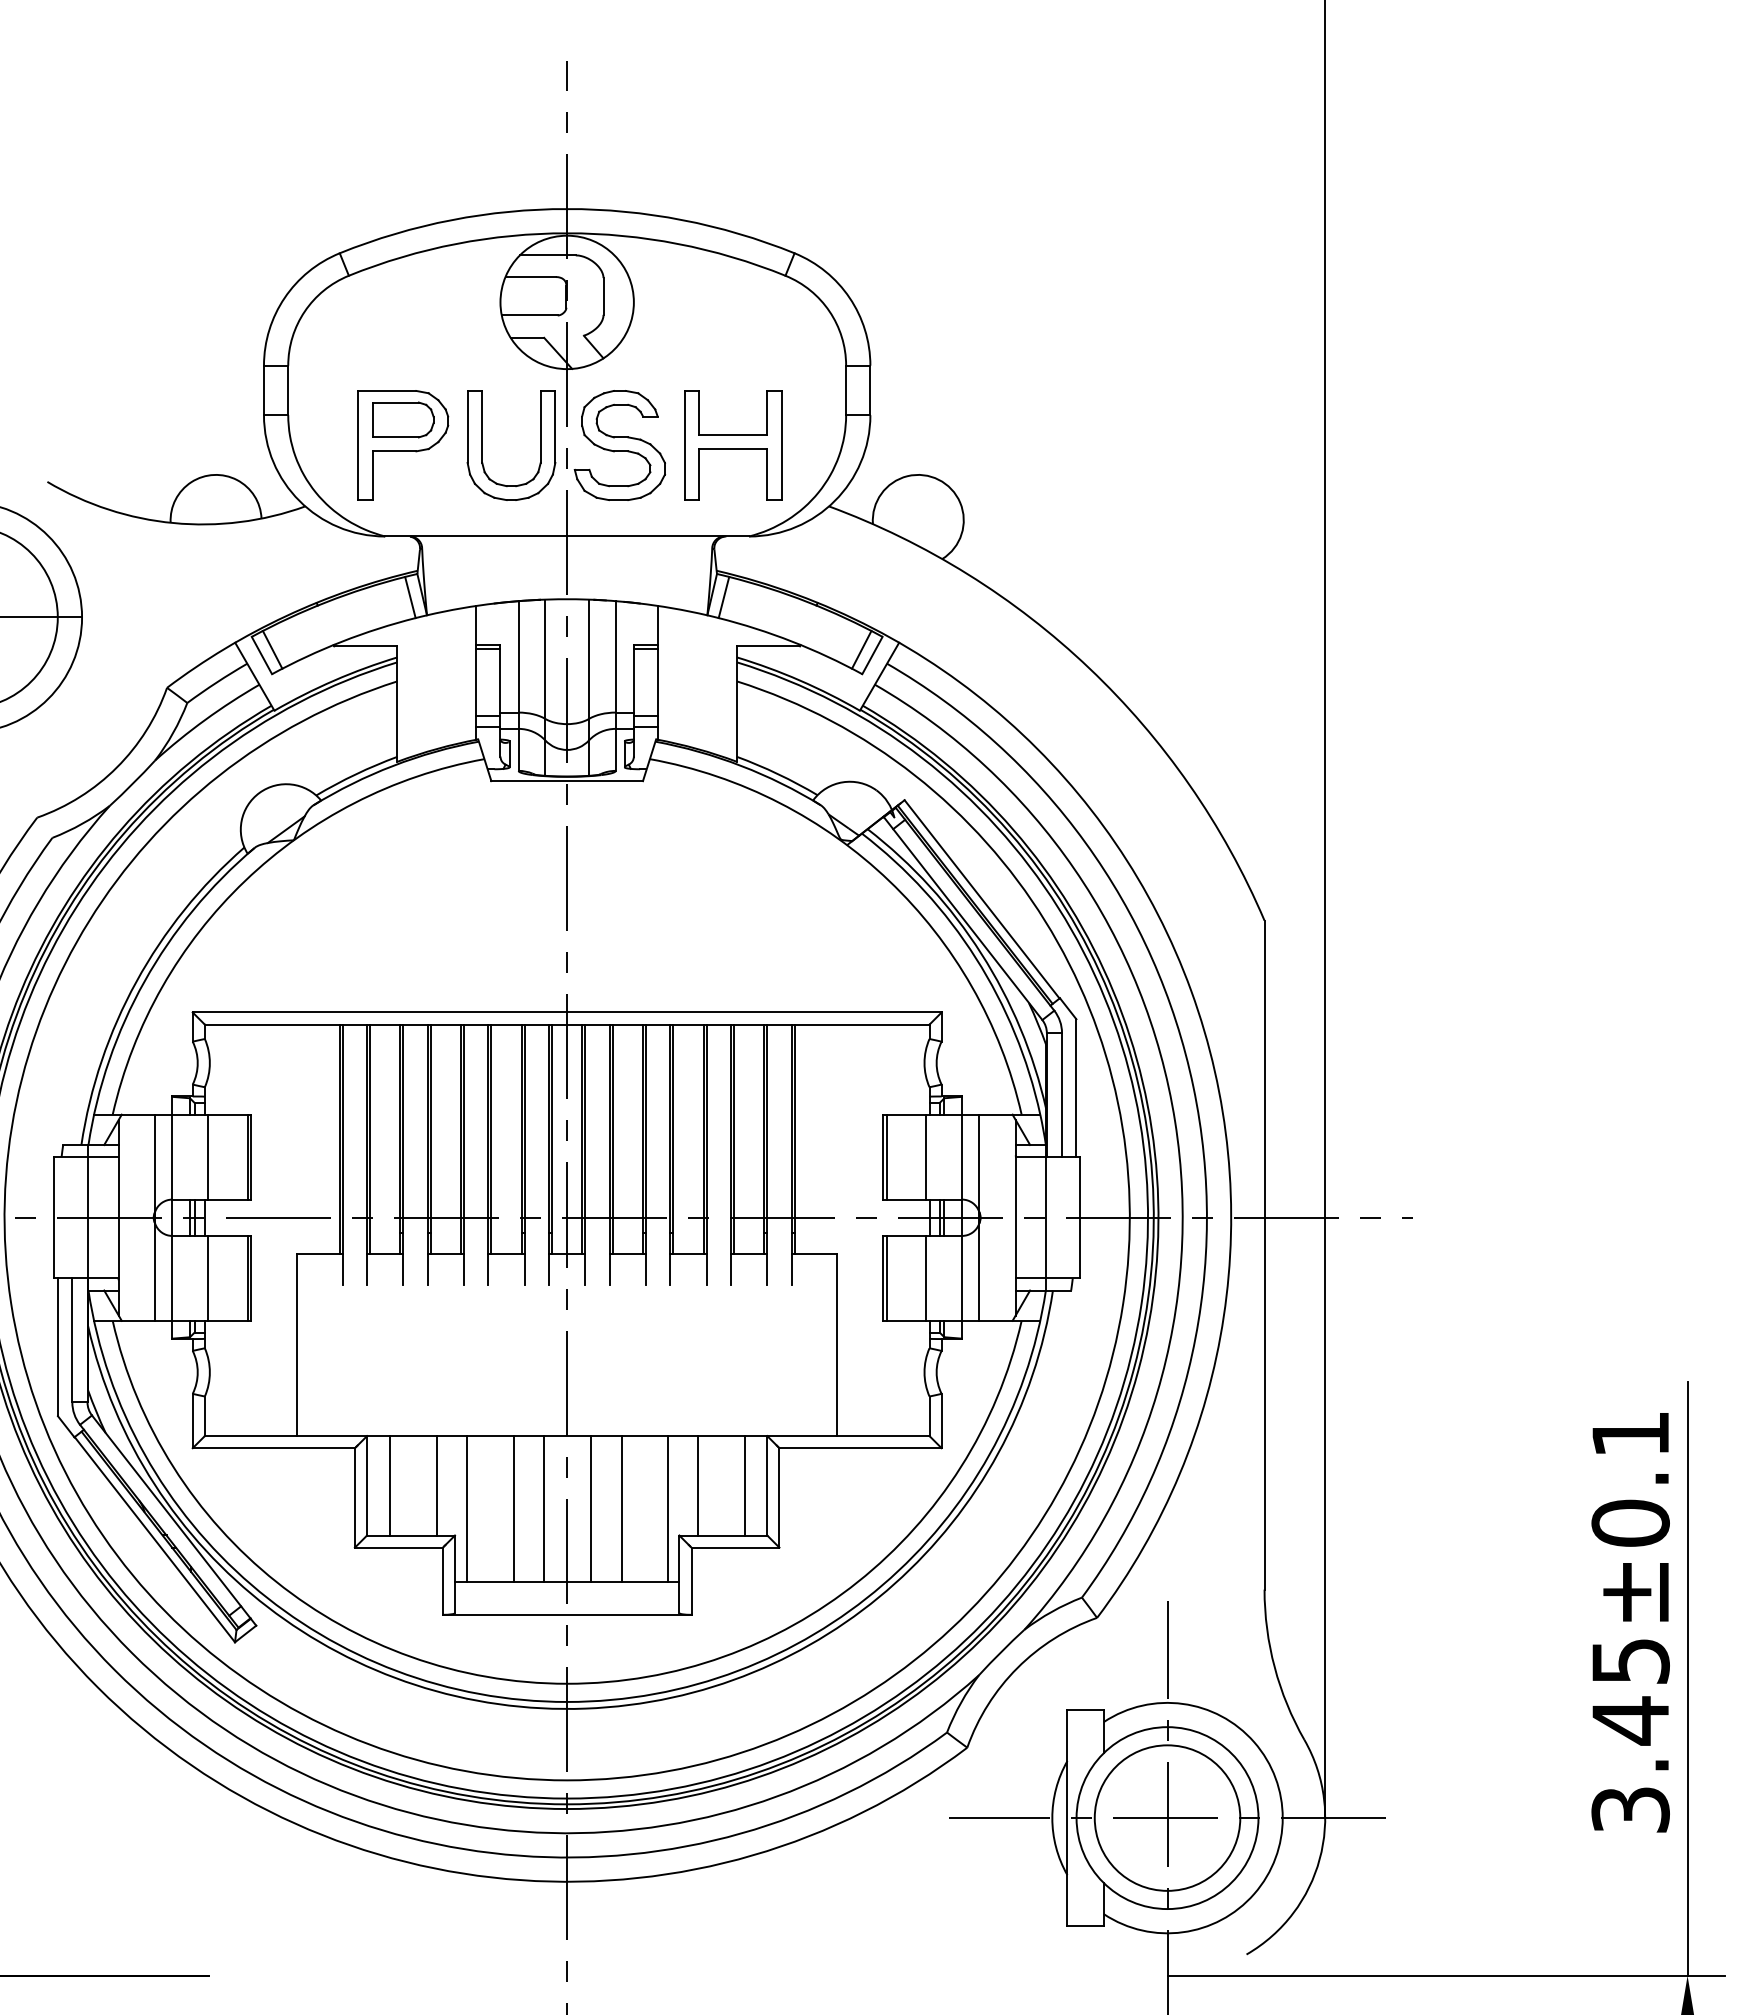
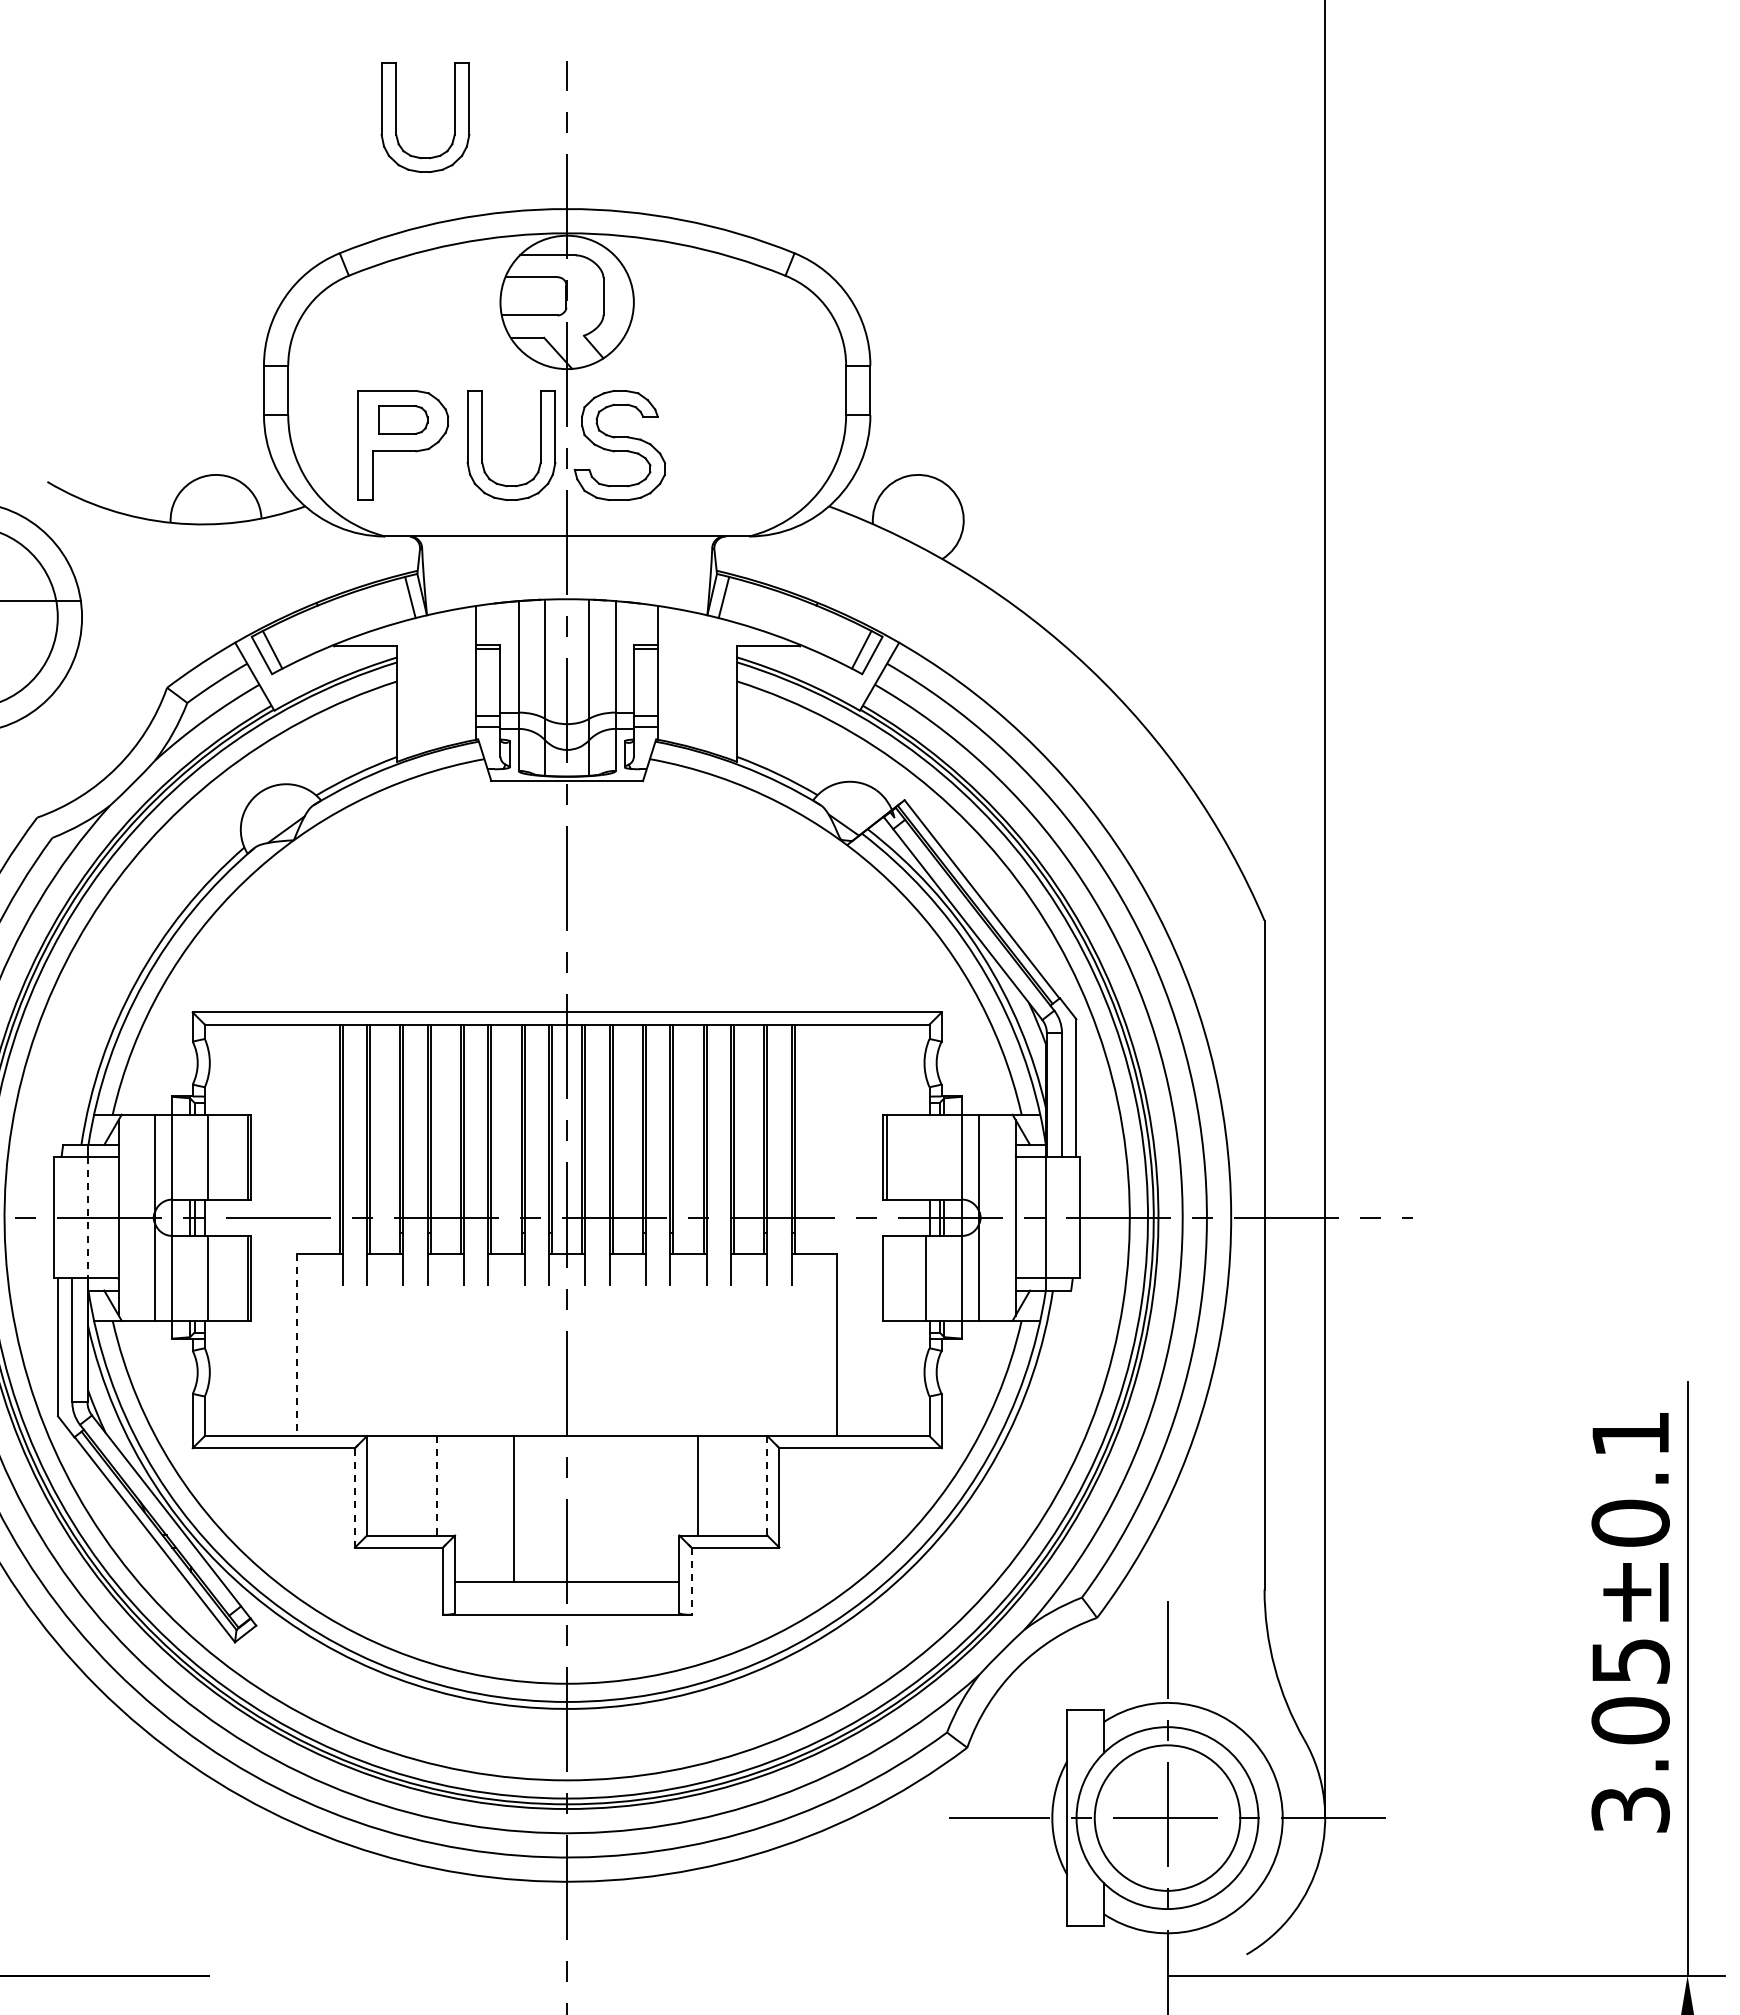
part at (396, 117): none -> present
part at (403, 419) size: 63x38 px -> 51x30 px
part at (733, 445): present -> none
line at (41, 617) position: (41, 617) -> (41, 601)
line at (926, 1156): present -> none
line at (88, 1217): solid -> dashed
line at (886, 1277): present -> none
line at (297, 1345): solid -> dashed
line at (389, 1485): present -> none
line at (436, 1485): solid -> dashed
line at (744, 1485): present -> none
line at (767, 1485): solid -> dashed
line at (354, 1497): solid -> dashed
line at (466, 1508): present -> none
line at (543, 1508): present -> none
line at (591, 1508): present -> none
line at (621, 1508): present -> none
line at (667, 1508): present -> none
line at (691, 1581): solid -> dashed
text at (1630, 1720): 3.45±0.1 -> 3.05±0.1
